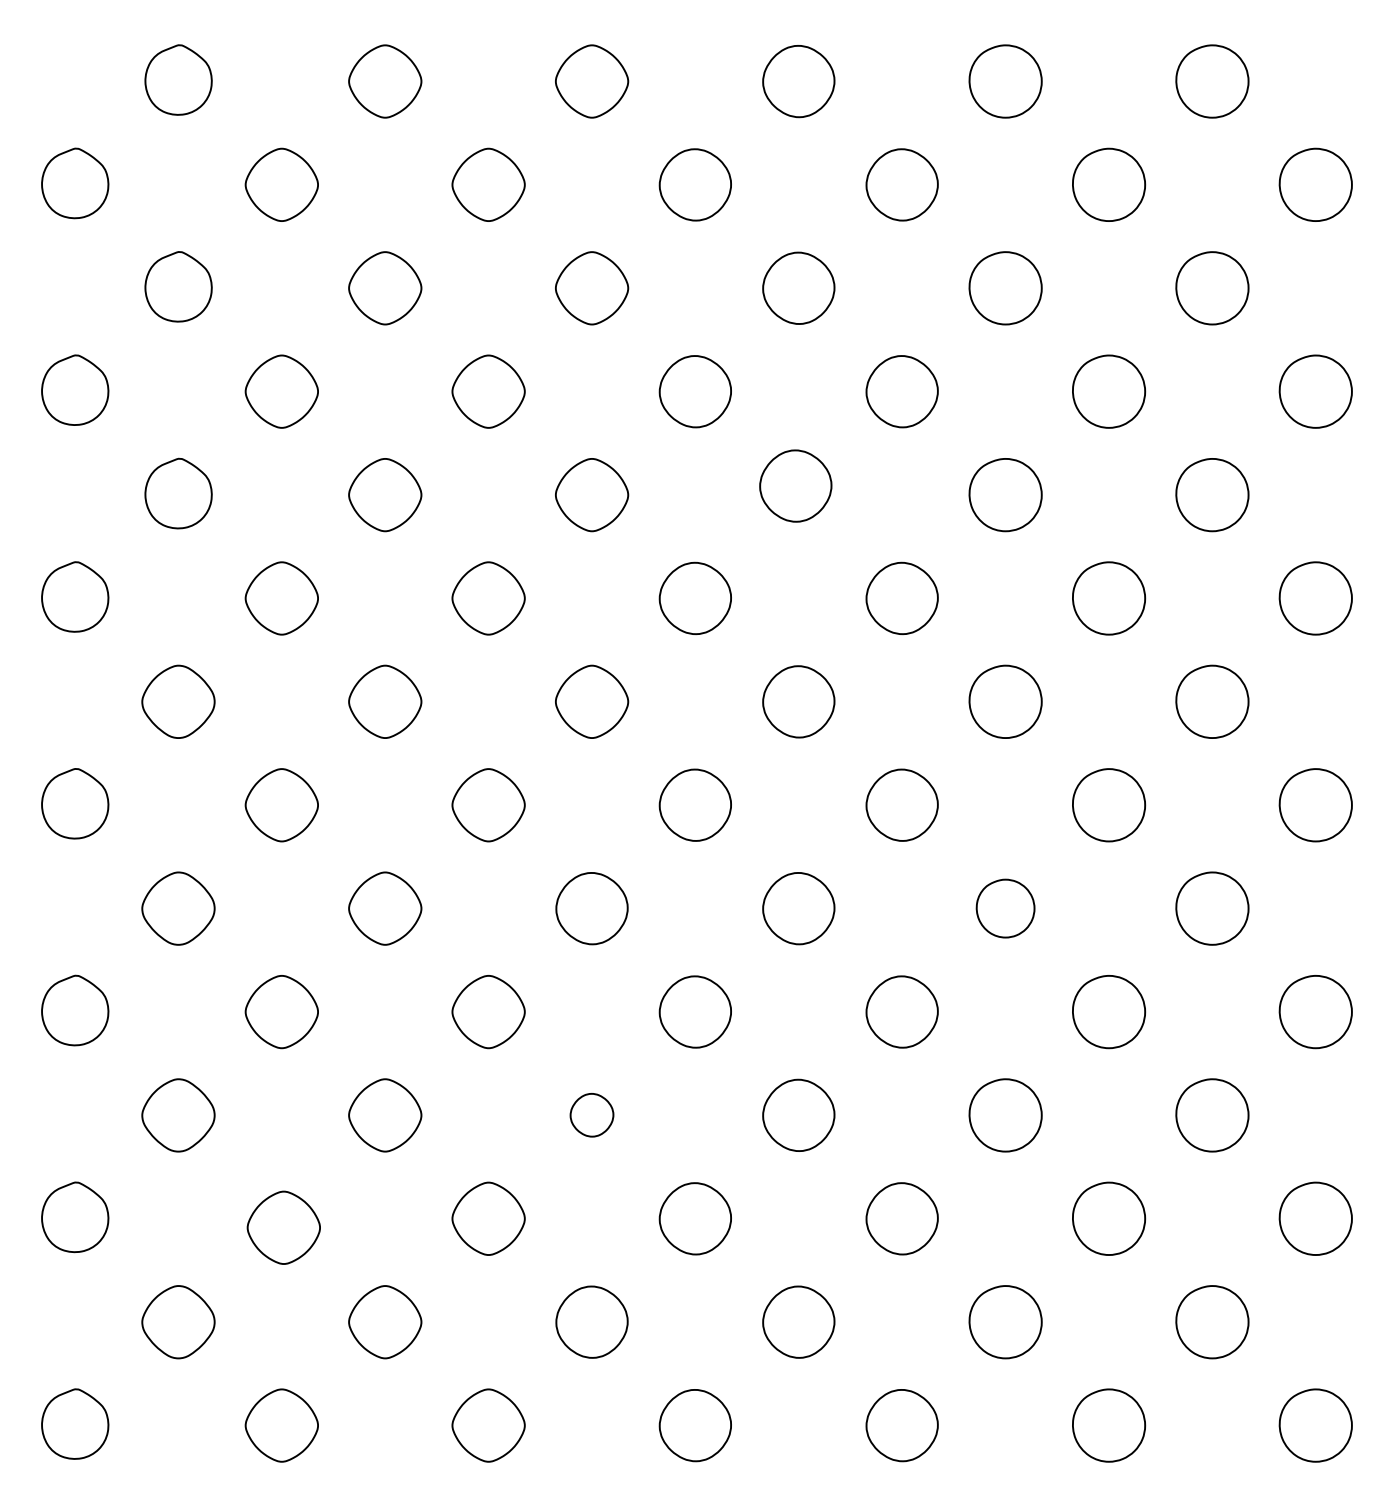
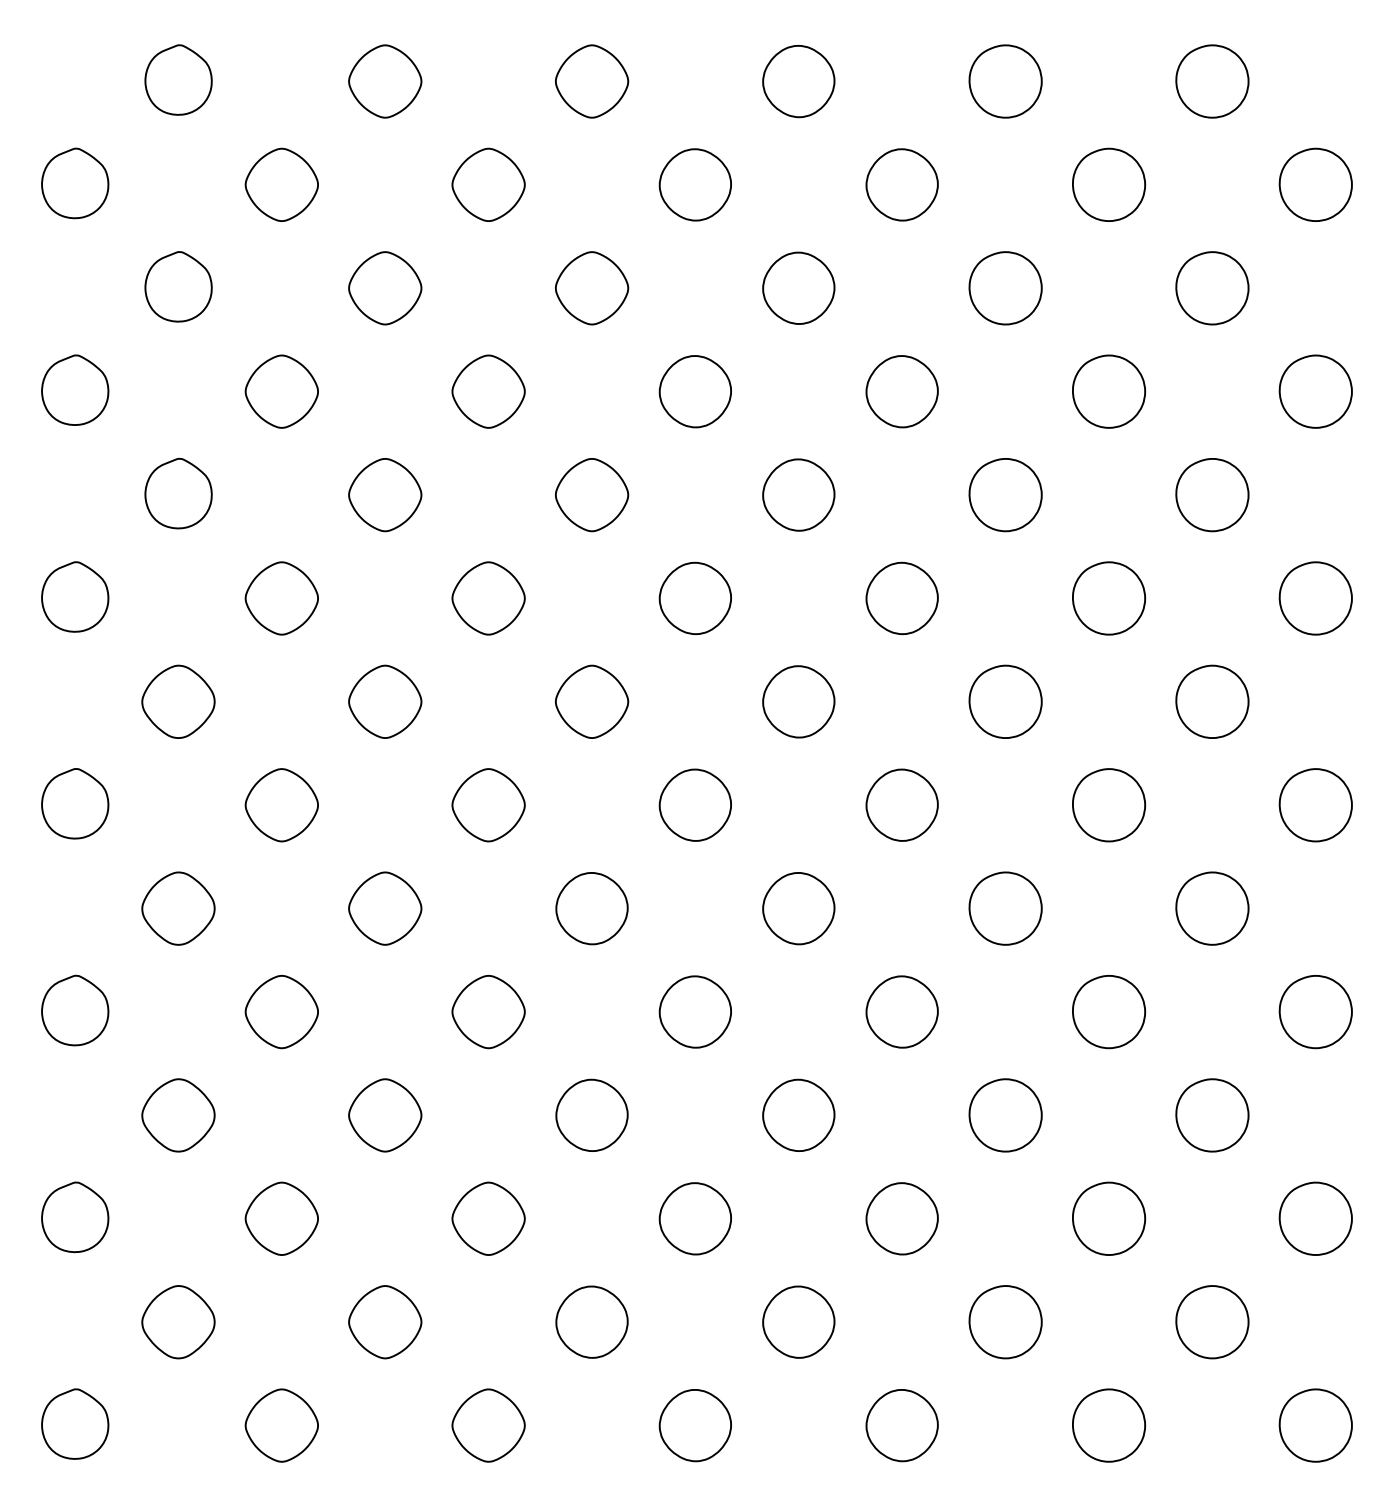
part at (795, 485) position: (795, 485) -> (798, 494)
part at (1005, 908) size: 61x61 px -> 75x75 px
part at (591, 1115) size: 46x45 px -> 74x74 px
part at (283, 1227) position: (283, 1227) -> (281, 1218)
